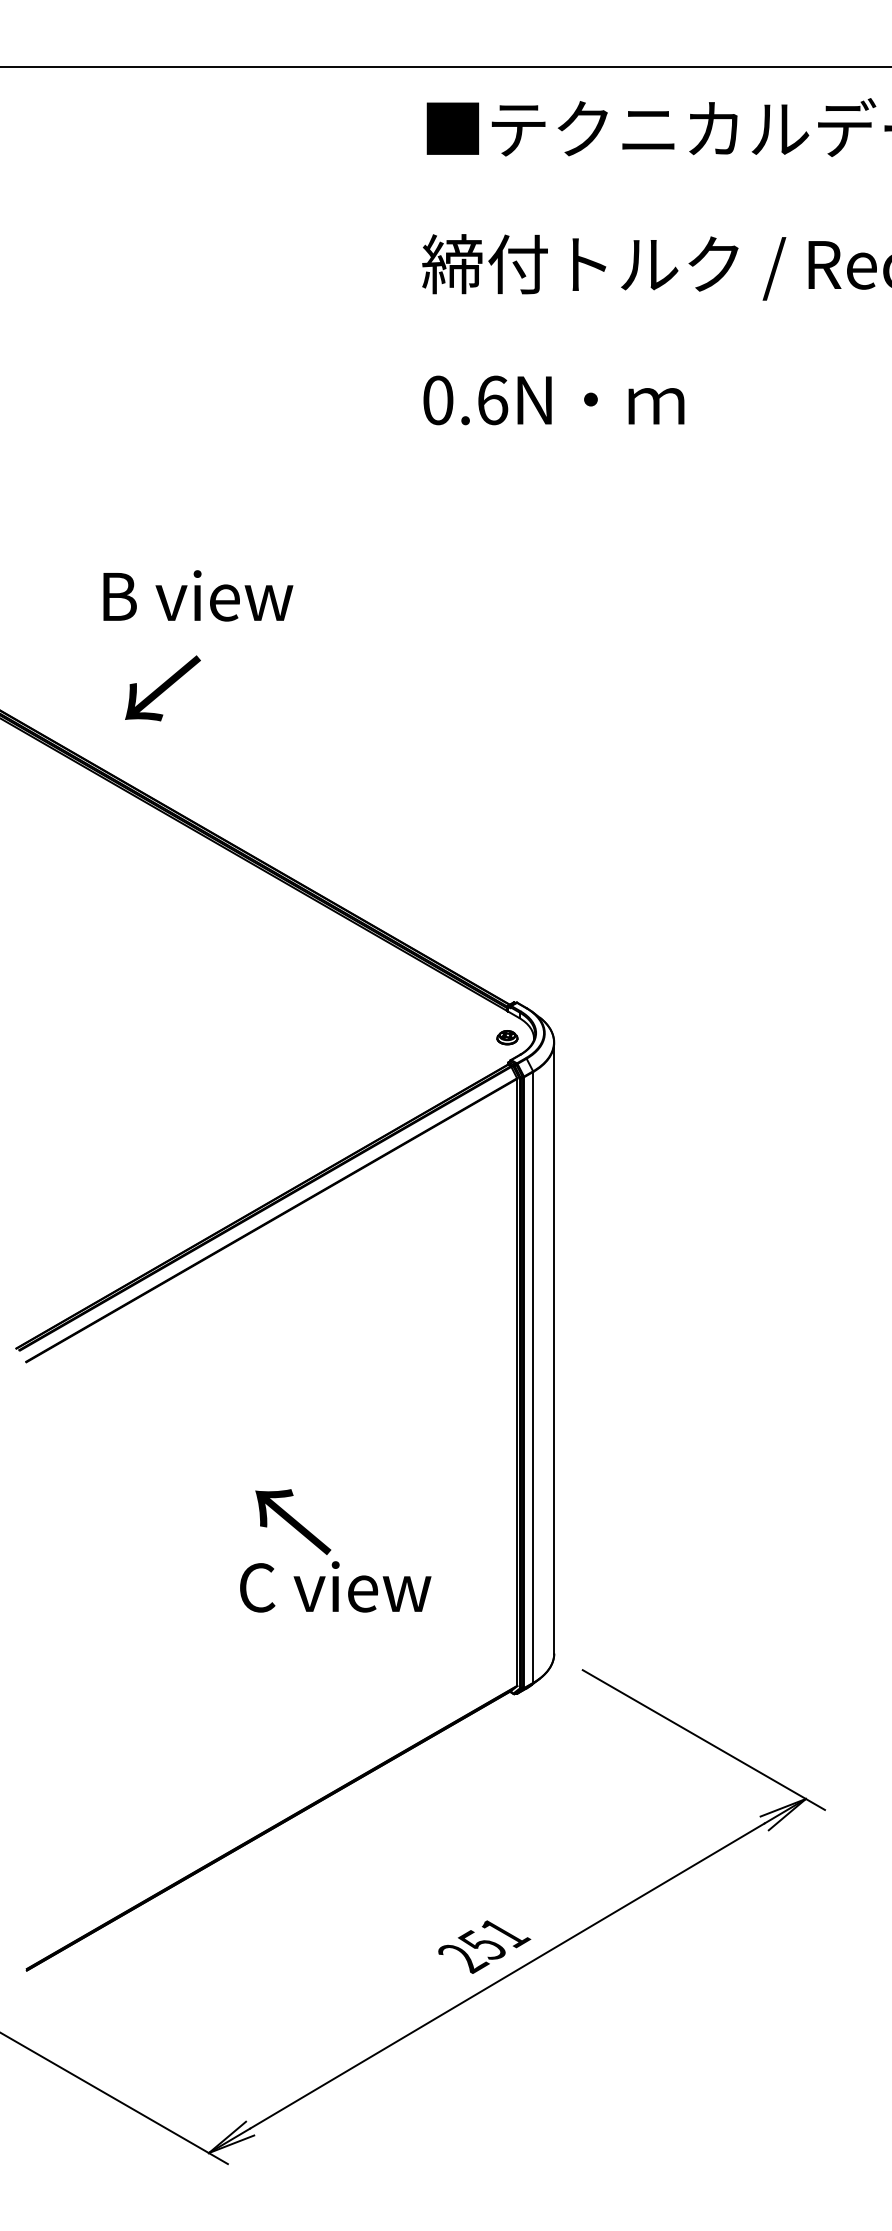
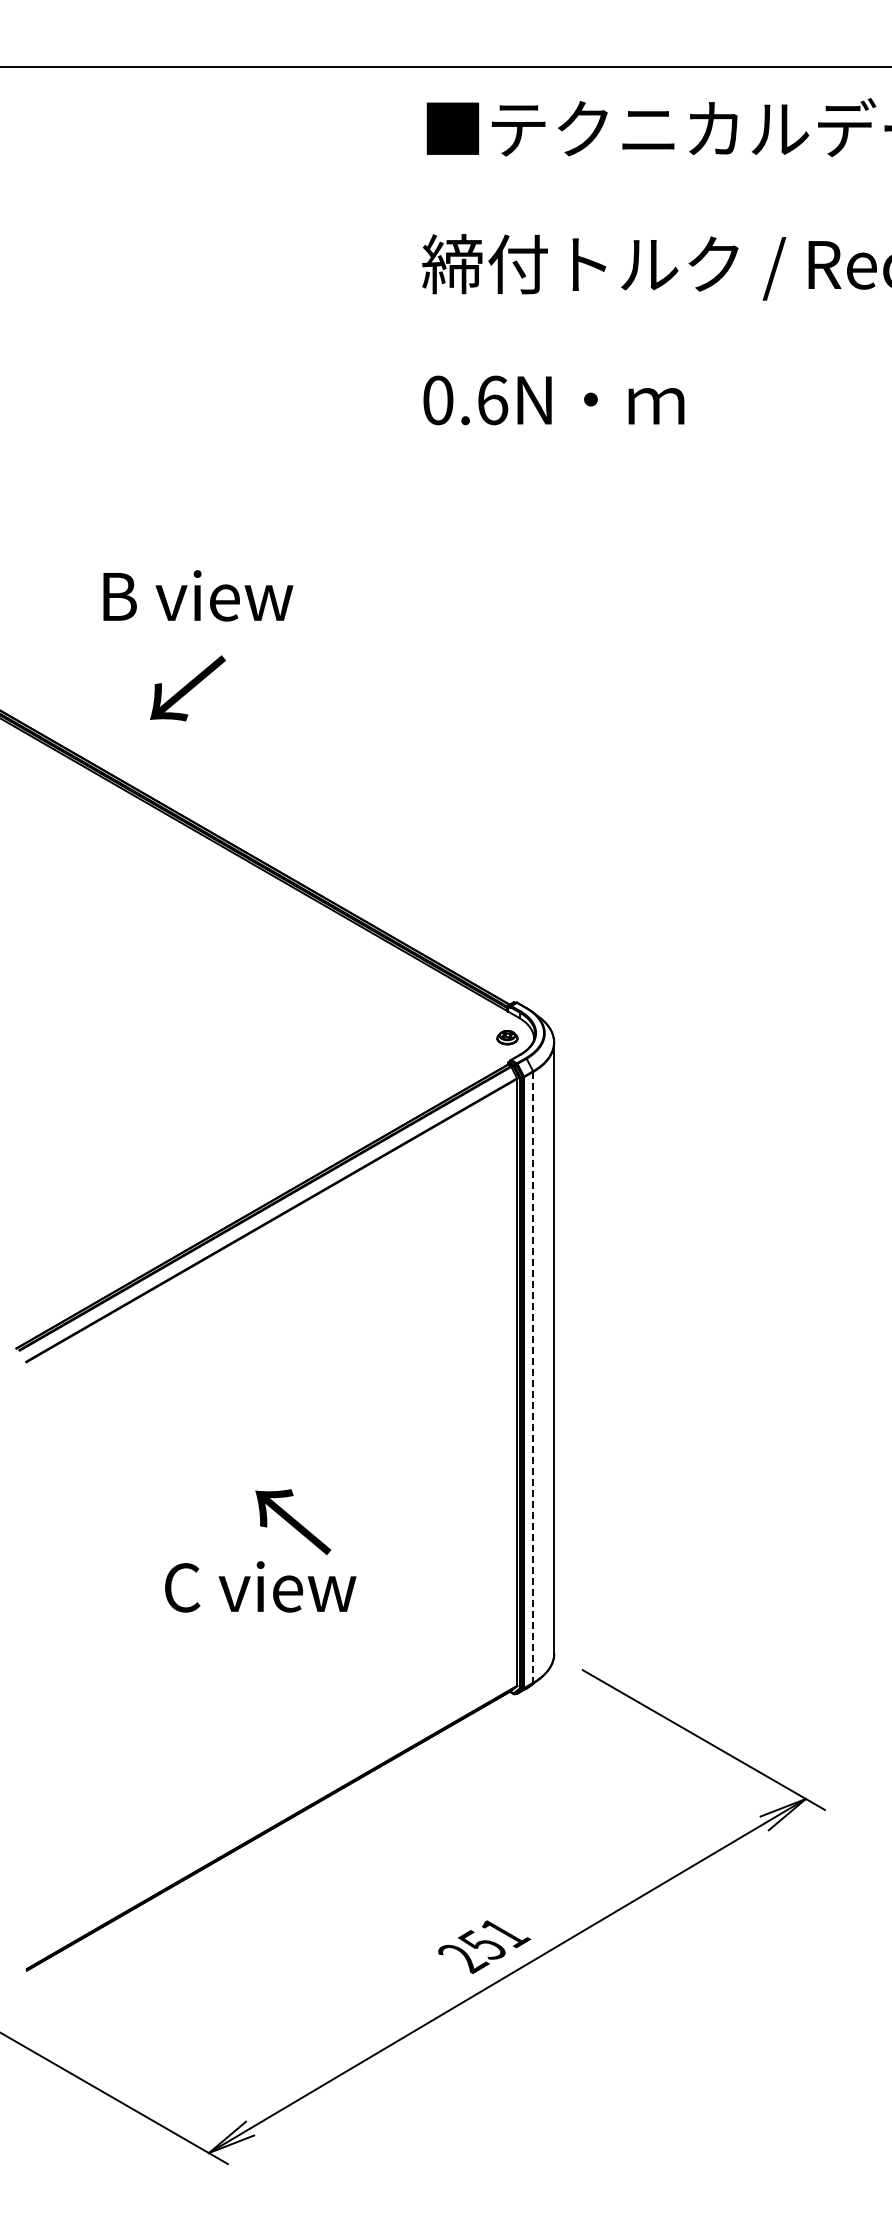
text at (162, 688) position: (162, 688) -> (187, 688)
line at (533, 1377): solid -> dashed
text at (335, 1586) position: (335, 1586) -> (260, 1586)
